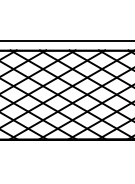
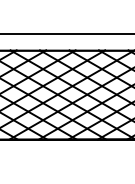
line at (66, 41) position: (66, 41) -> (66, 34)
